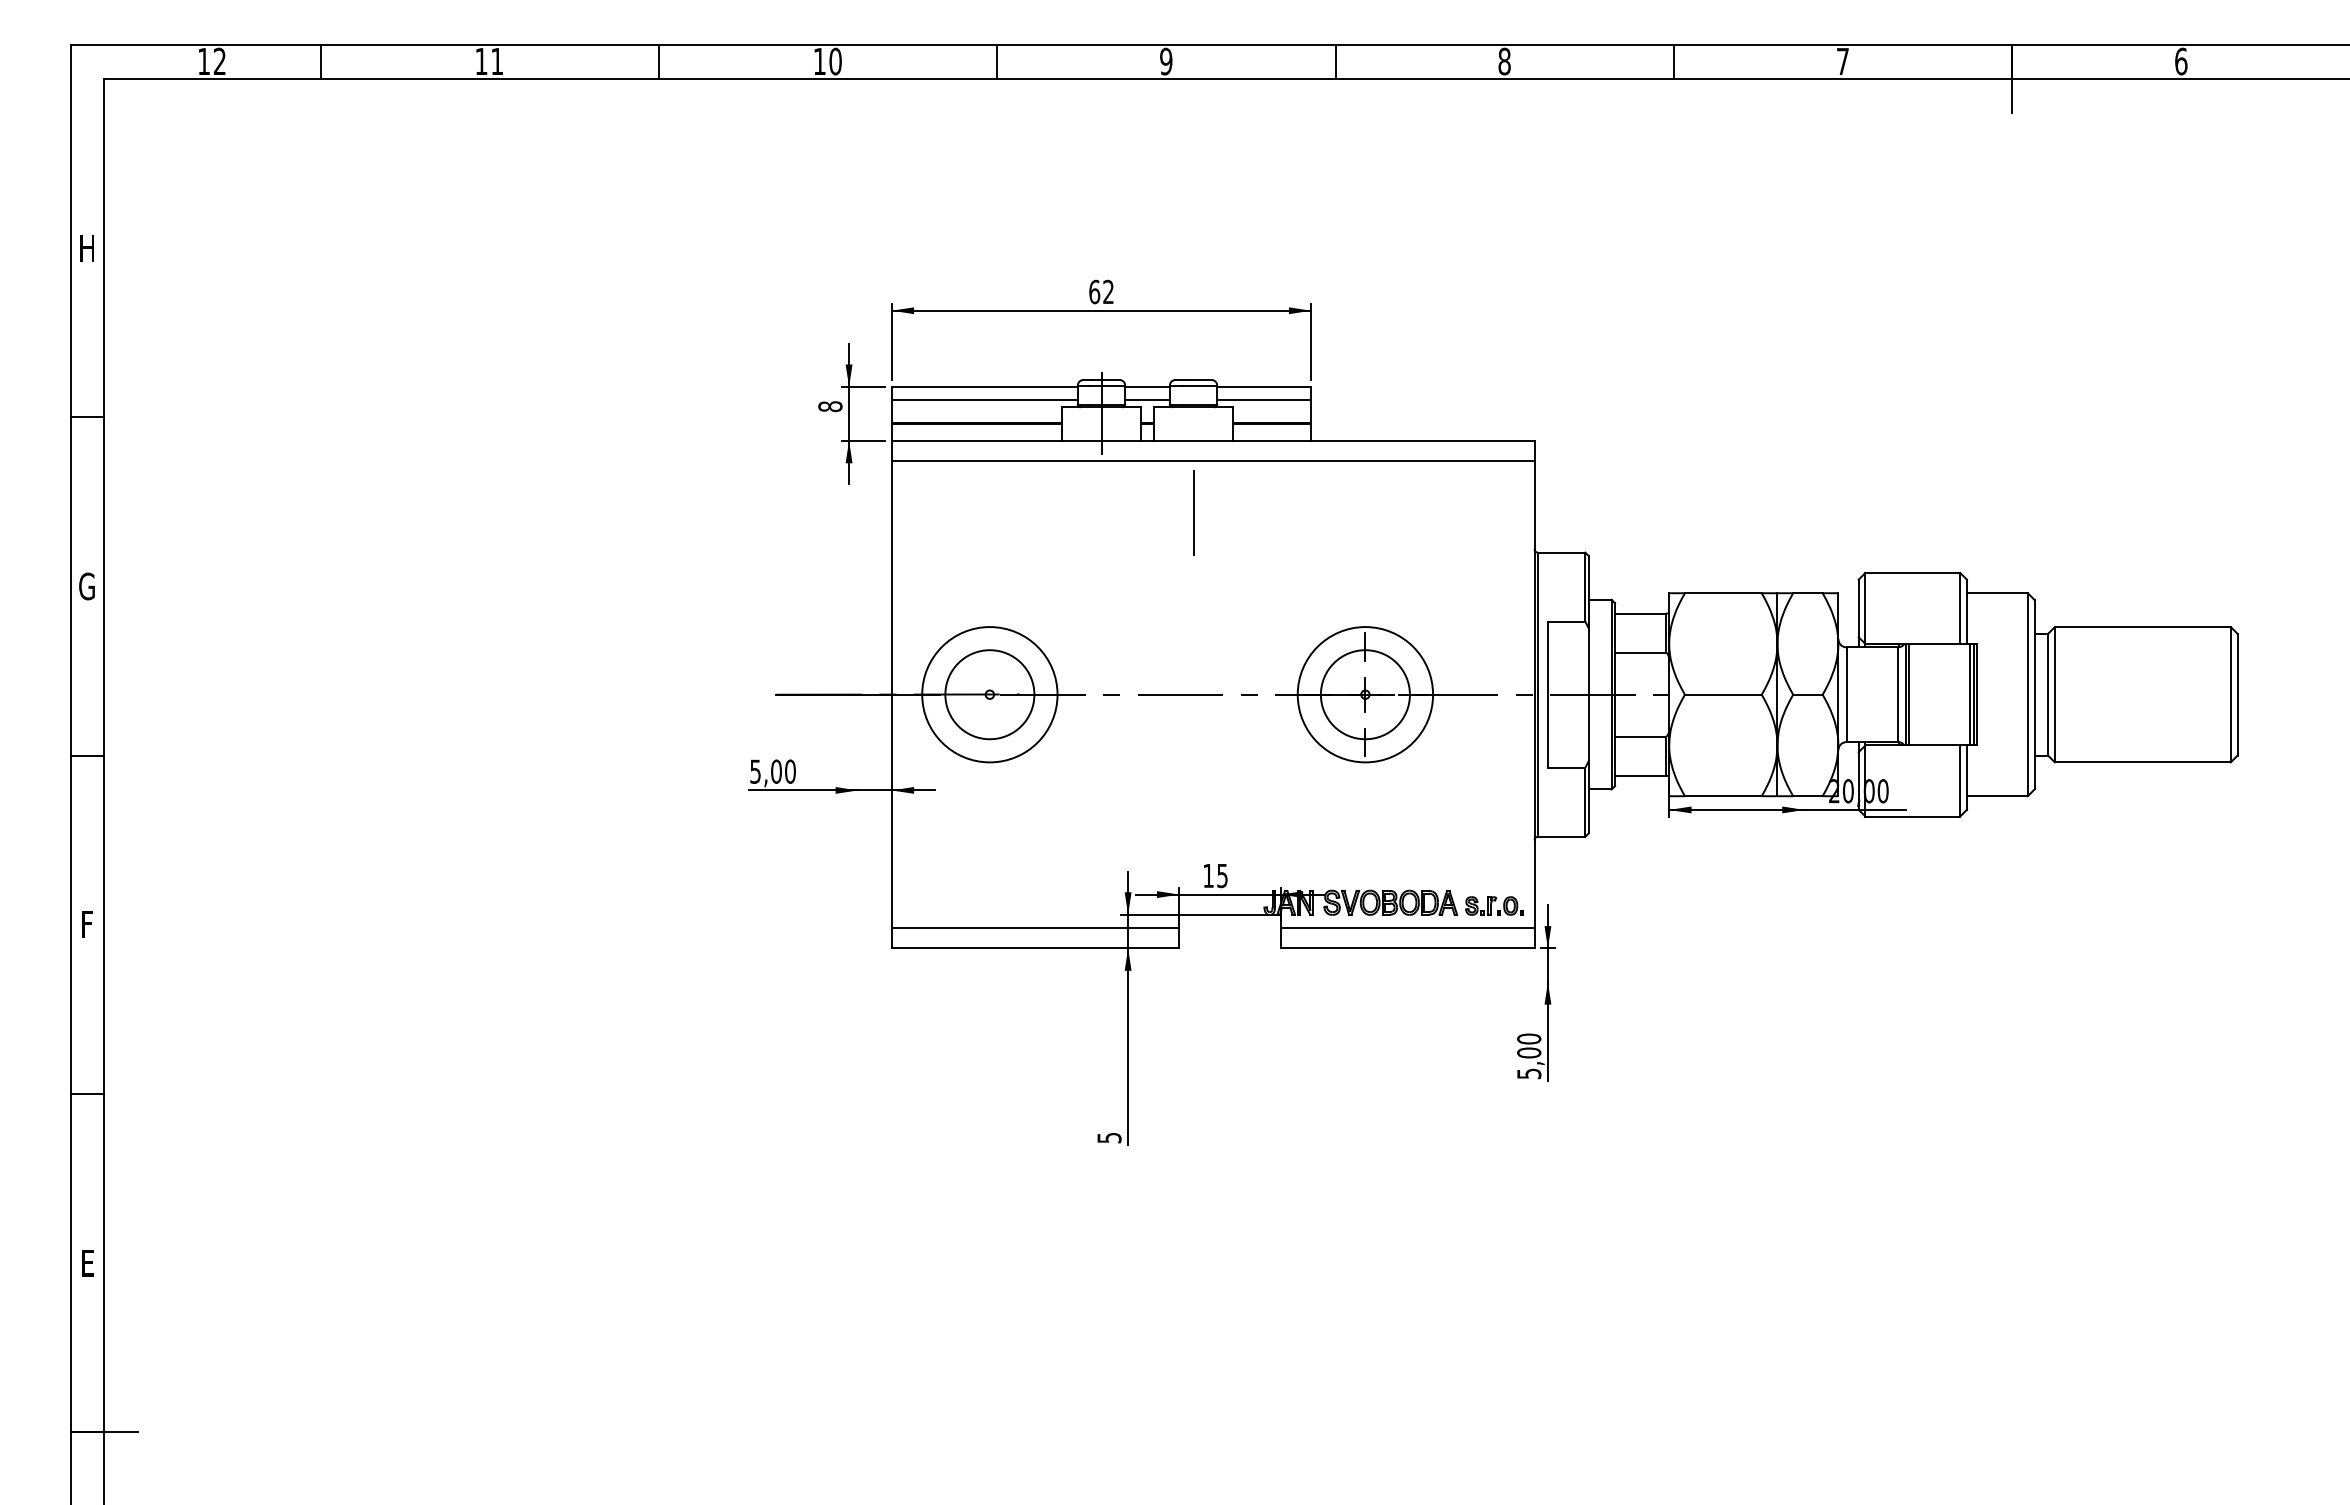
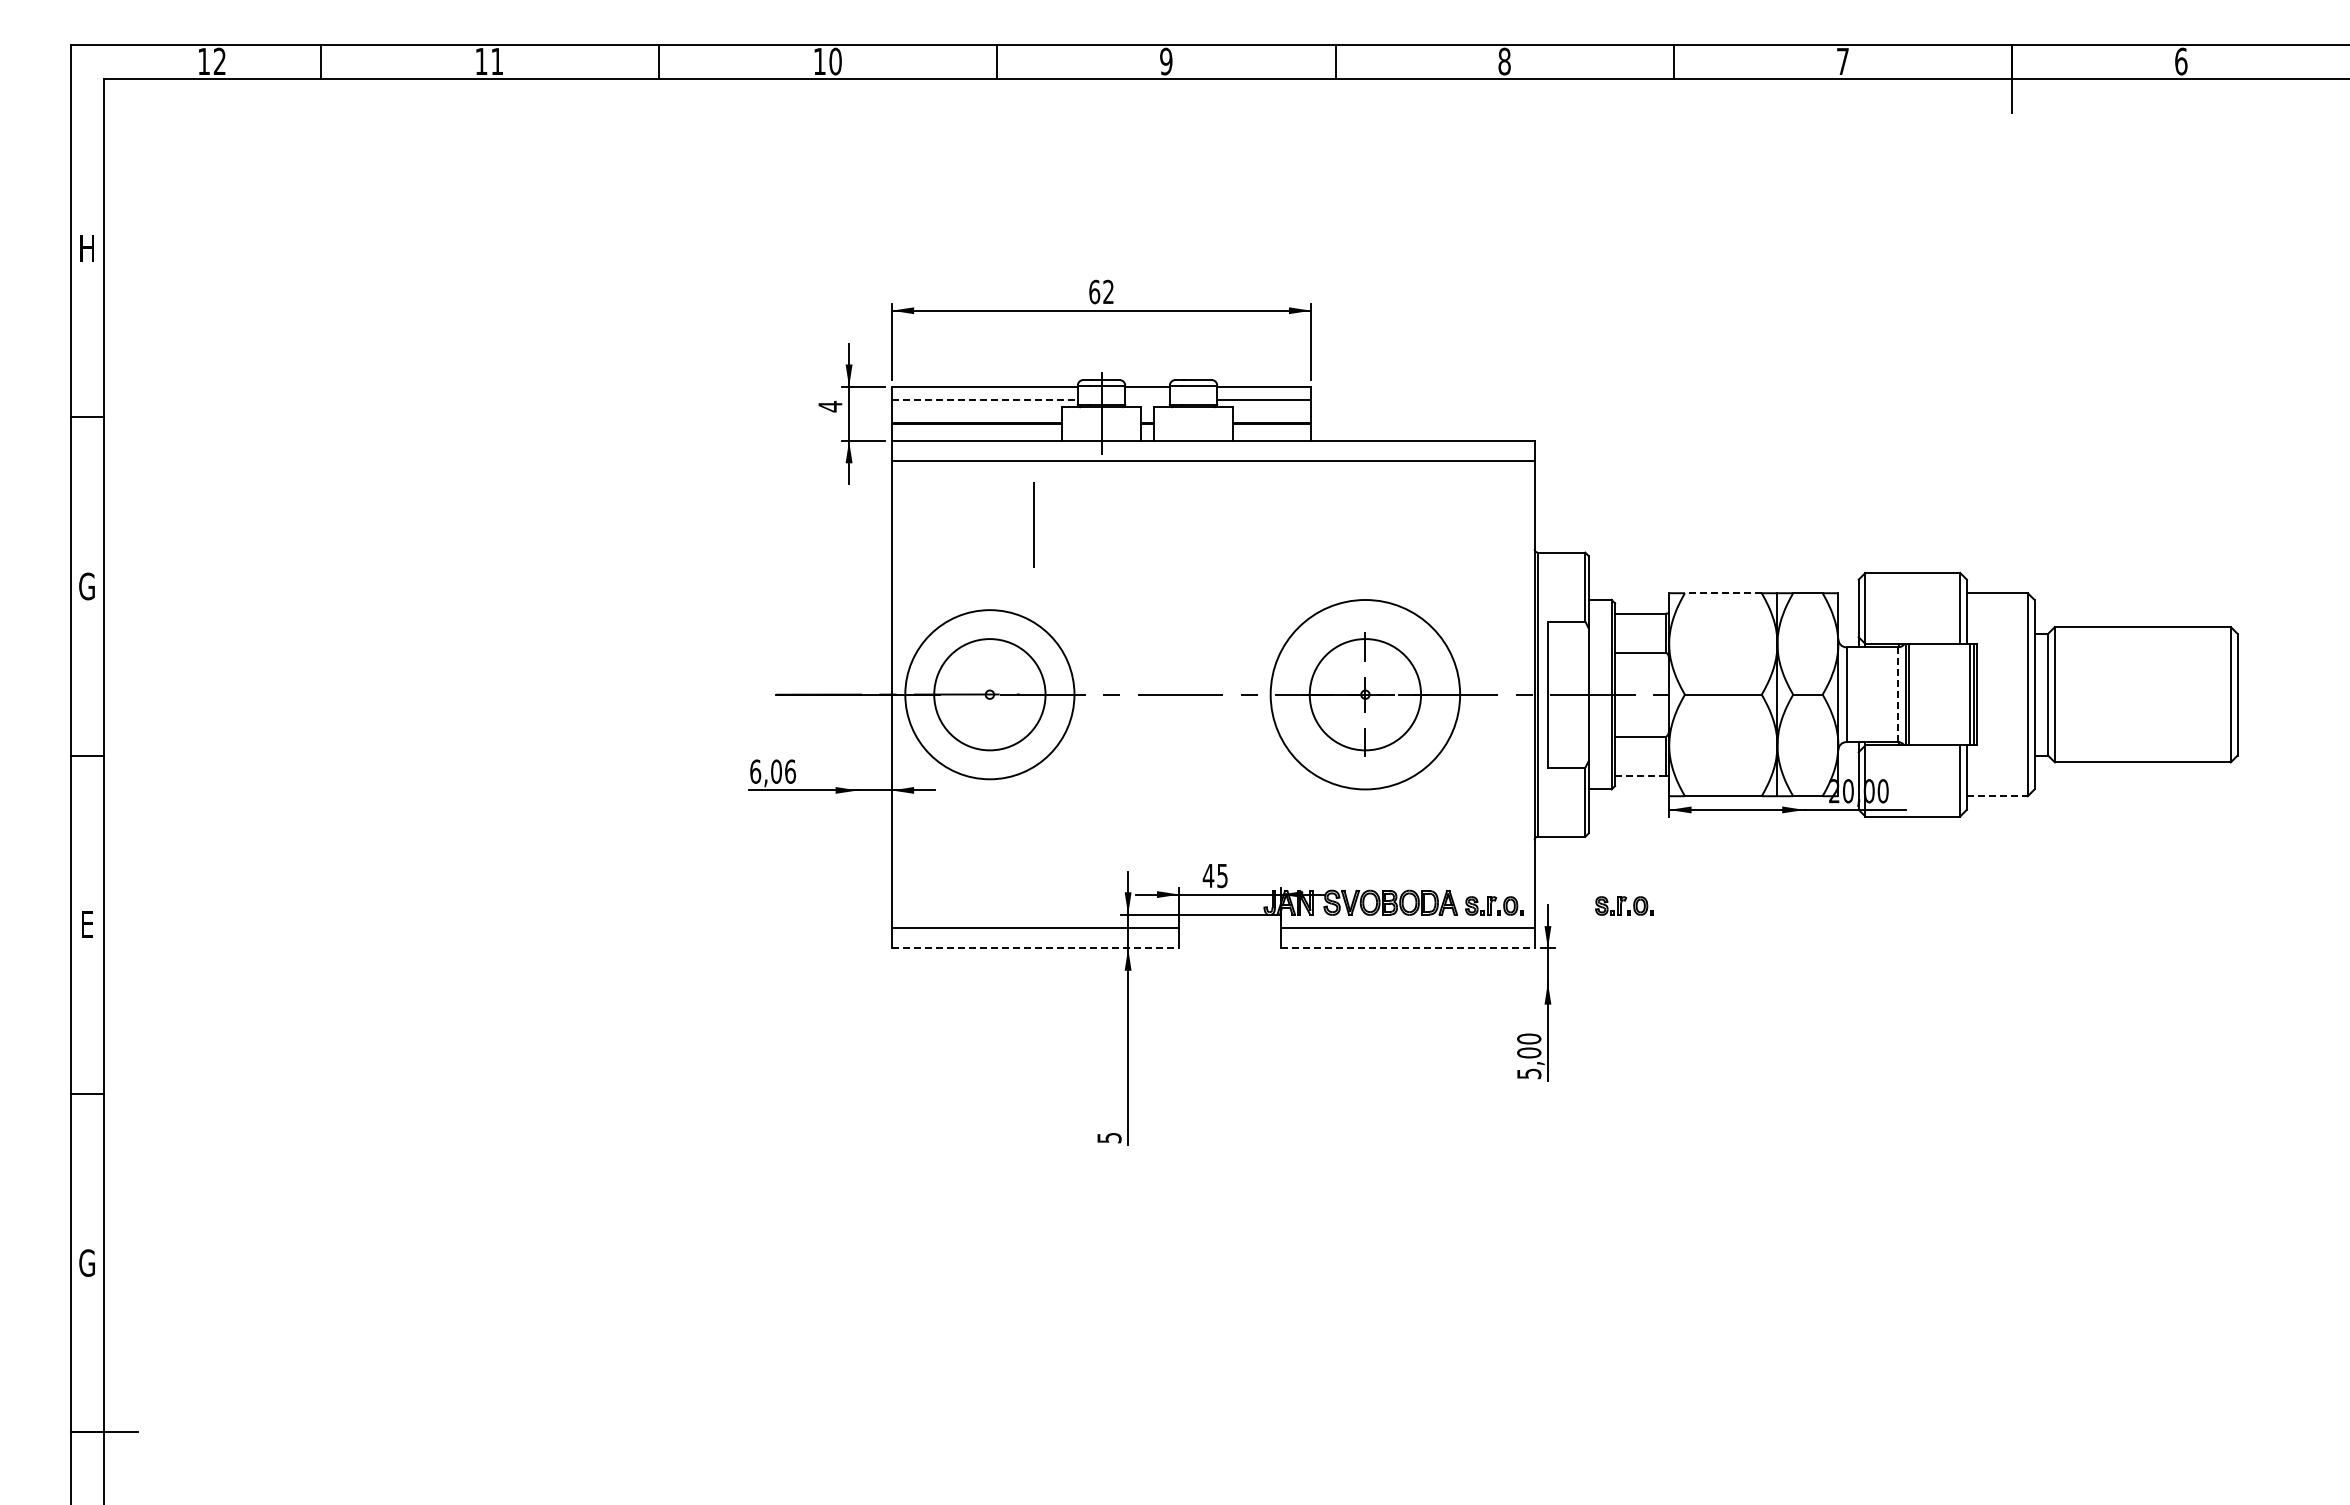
line at (985, 400): solid -> dashed
line at (1147, 400): present -> none
text at (830, 406): 8 -> 4
line at (1193, 512) position: (1193, 512) -> (1033, 524)
line at (1722, 593): solid -> dashed
circle at (989, 694) diameter: 135 px -> 169 px
circle at (989, 694) diameter: 89 px -> 111 px
circle at (1364, 694) diameter: 89 px -> 111 px
circle at (1365, 694) diameter: 135 px -> 189 px
line at (1897, 694): solid -> dashed
text at (772, 771): 5,00 -> 6,06
line at (1640, 775): solid -> dashed
line at (1997, 796): solid -> dashed
text at (1208, 875): 15 -> 45
part at (1624, 905): none -> present
text at (88, 925): F -> E
line at (1035, 948): solid -> dashed
line at (1407, 948): solid -> dashed
text at (86, 1262): E -> G
